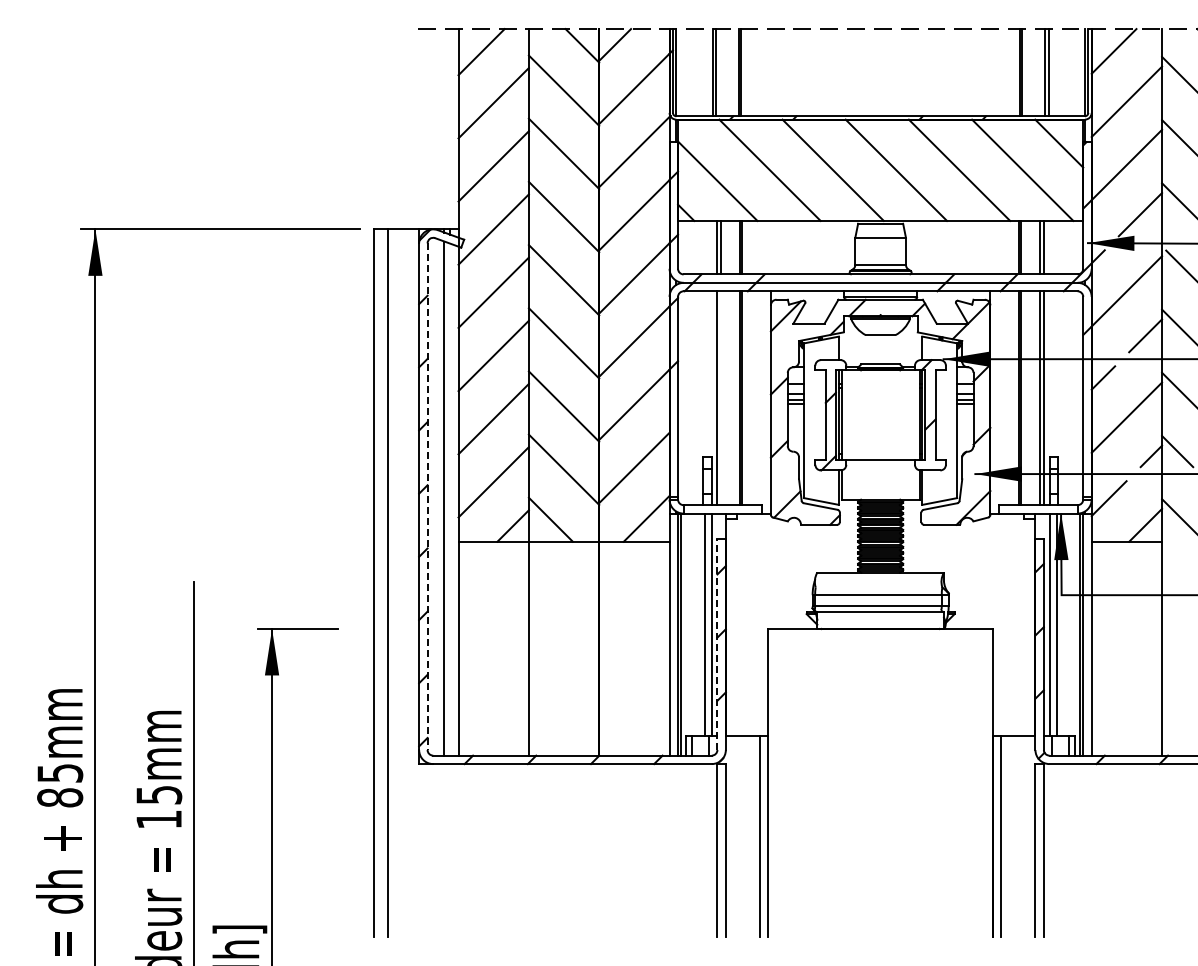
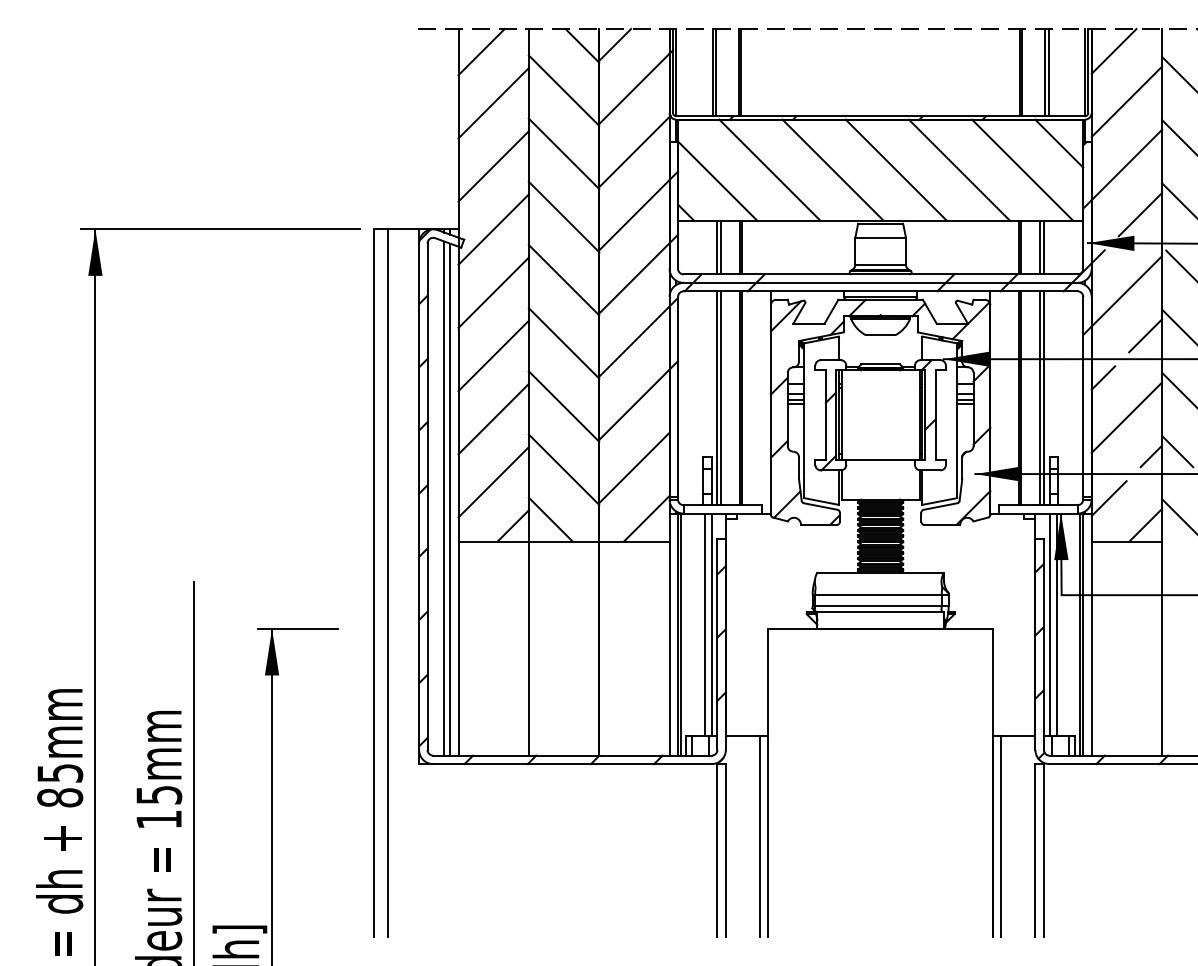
line at (720, 398): none -> present
line at (427, 497): dashed -> solid
line at (450, 499): none -> present
line at (717, 644): dashed -> solid
